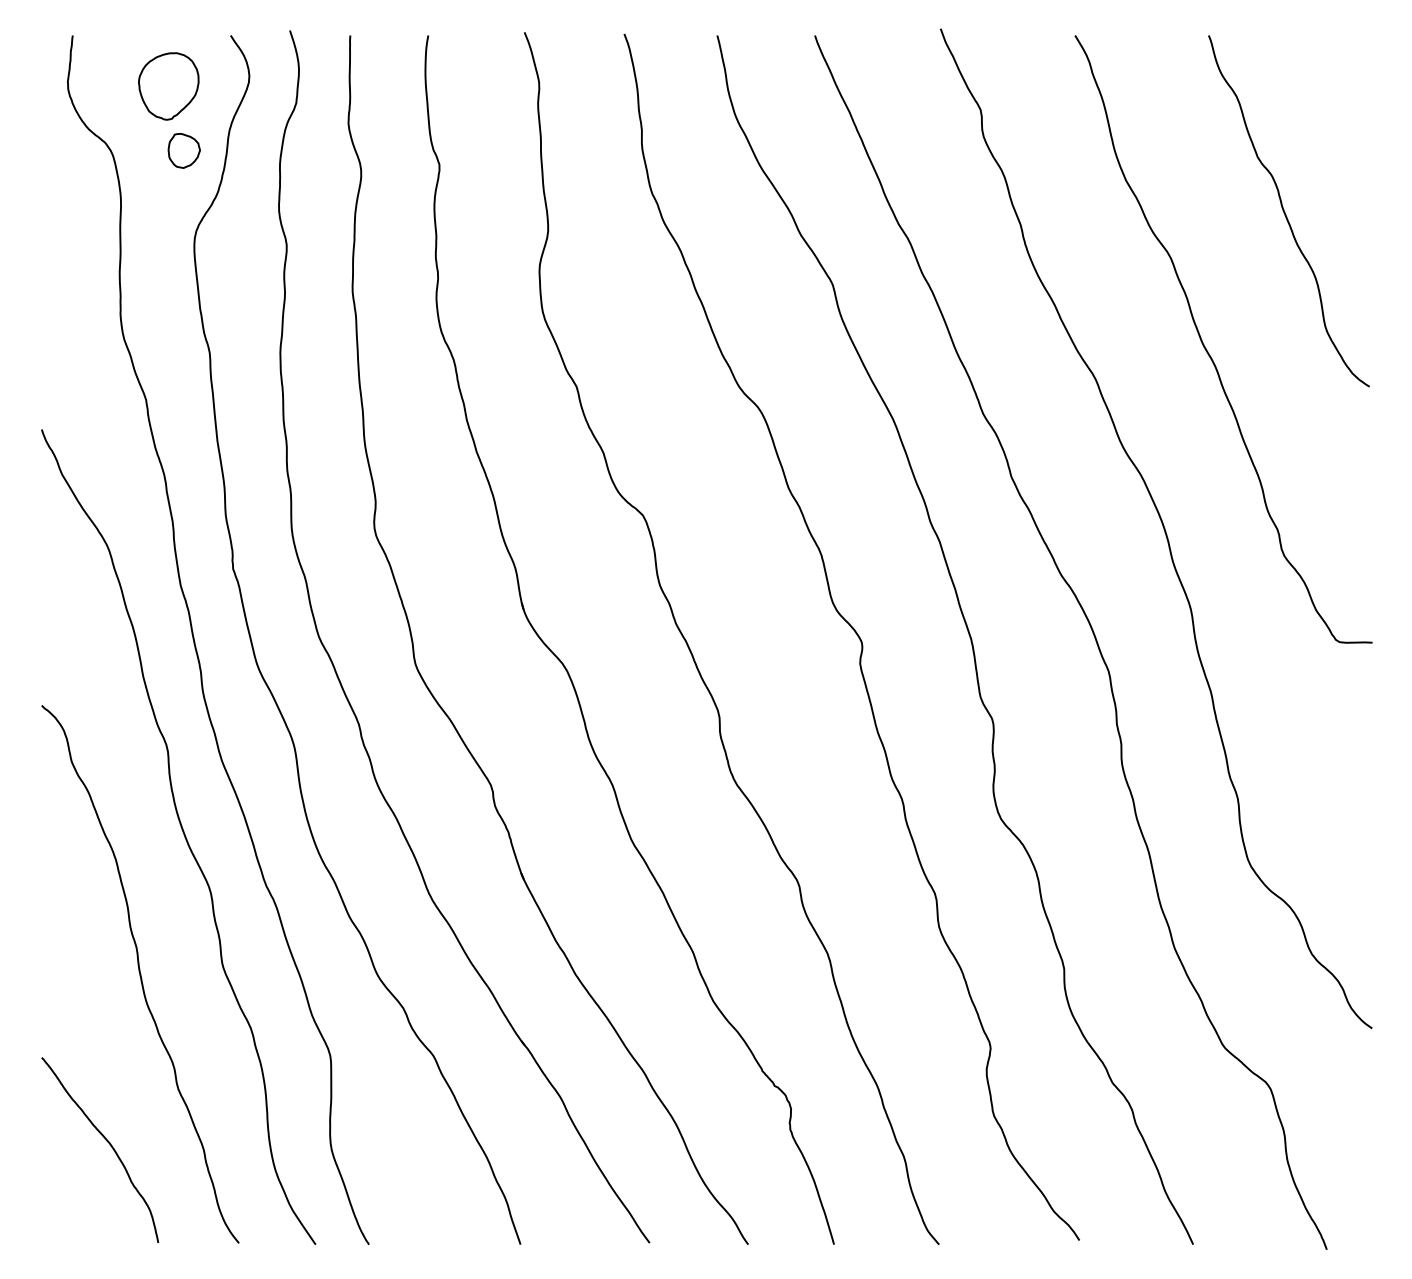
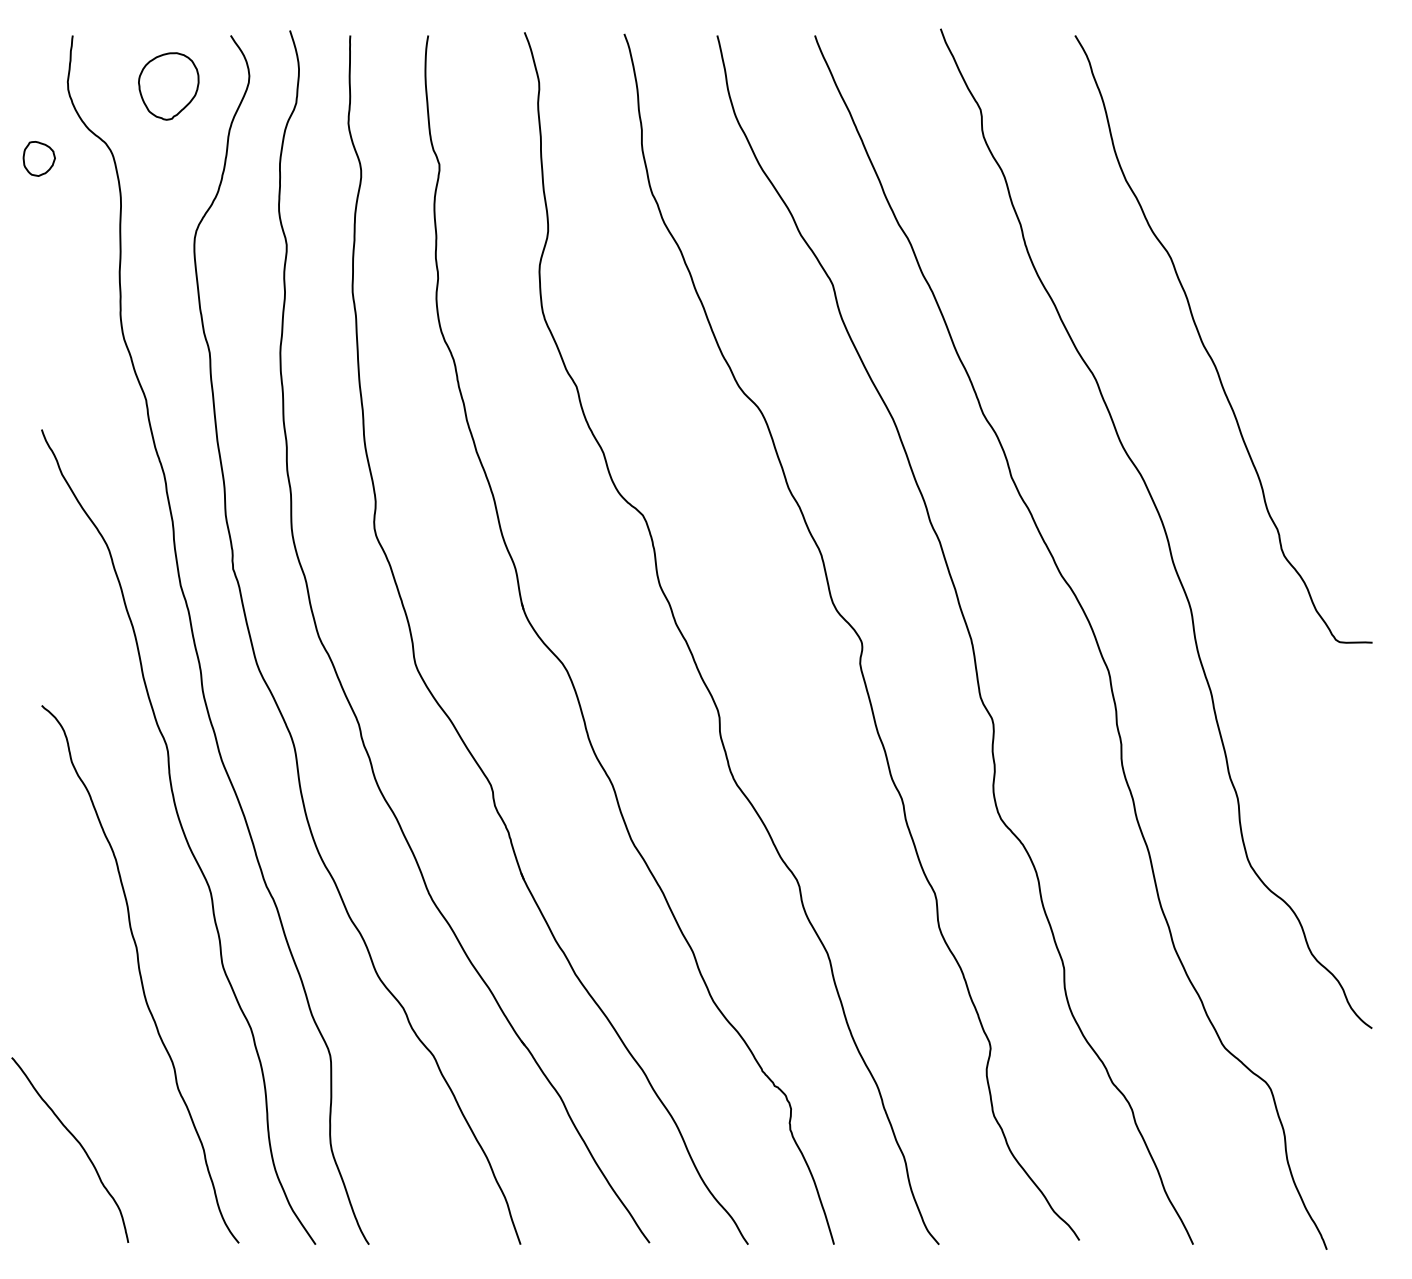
part at (183, 150) position: (183, 150) -> (38, 158)
curve at (1285, 212): present -> none
curve at (107, 1142) position: (107, 1142) -> (77, 1142)
